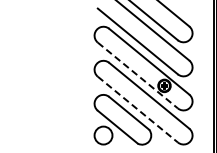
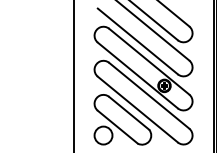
line at (73, 75): none -> present
line at (137, 75): dashed -> solid
line at (137, 109): dashed -> solid
